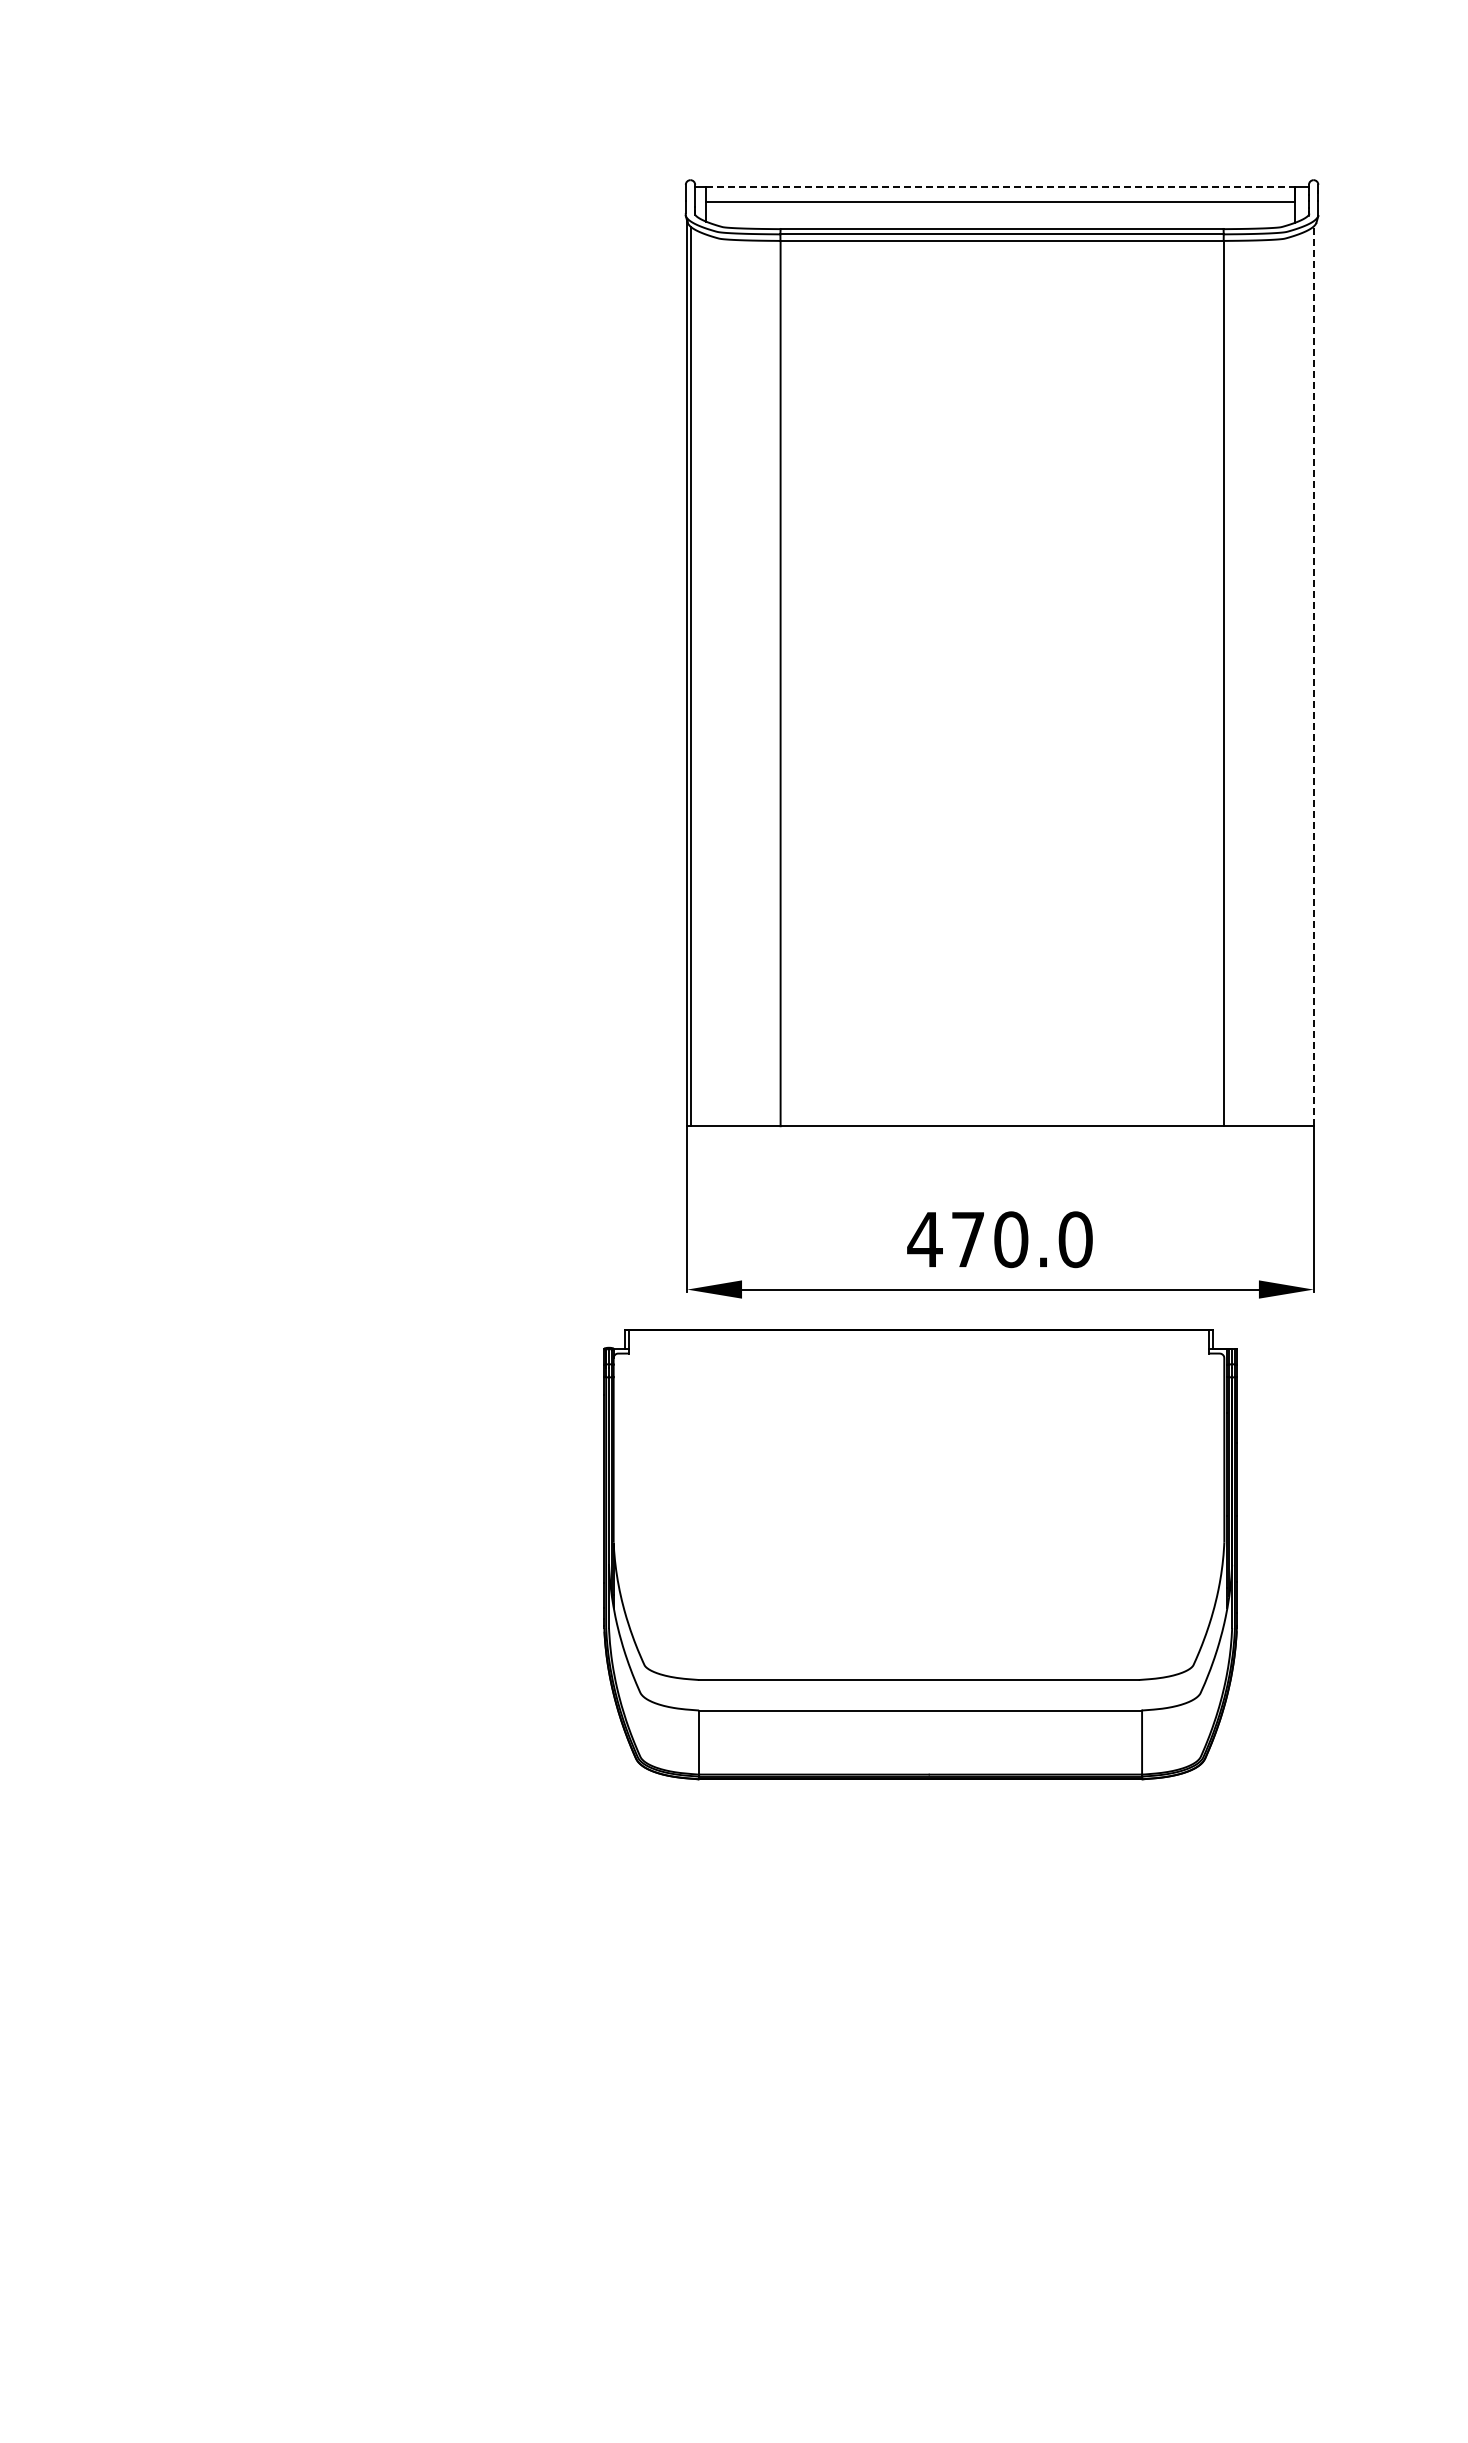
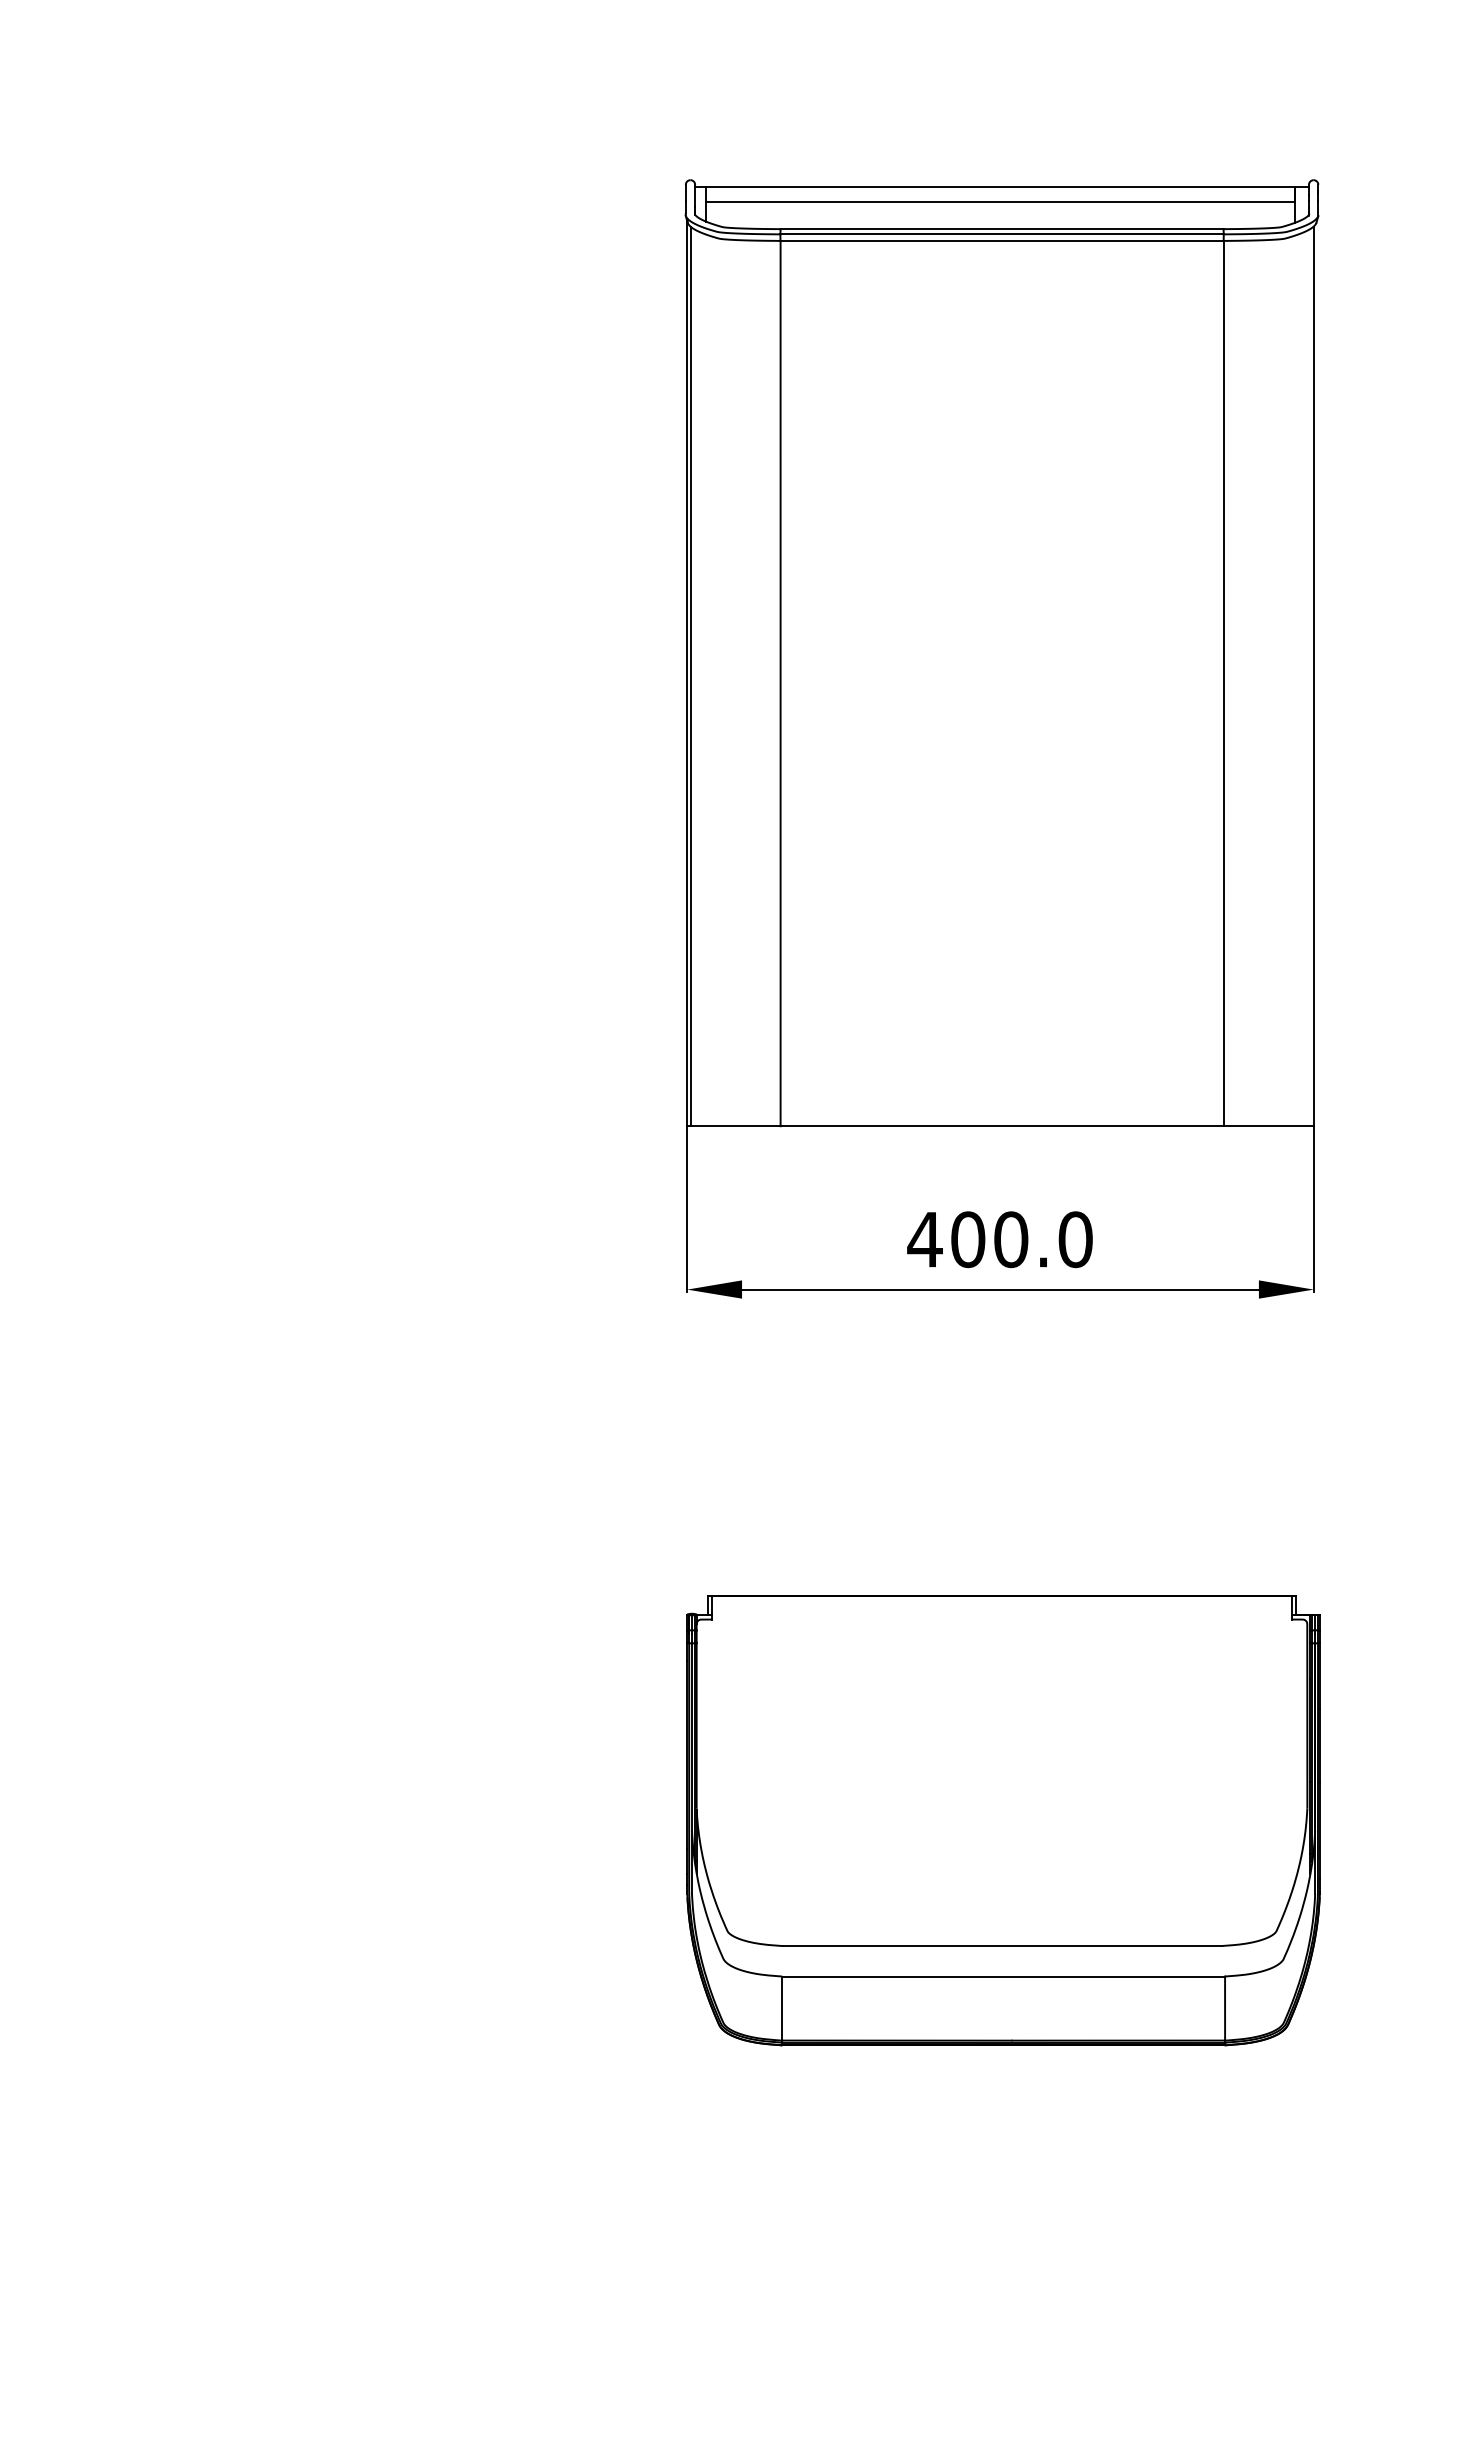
line at (1000, 186): dashed -> solid
line at (1313, 676): dashed -> solid
text at (968, 1239): 470.0 -> 400.0
part at (920, 1554) position: (920, 1554) -> (1003, 1820)
